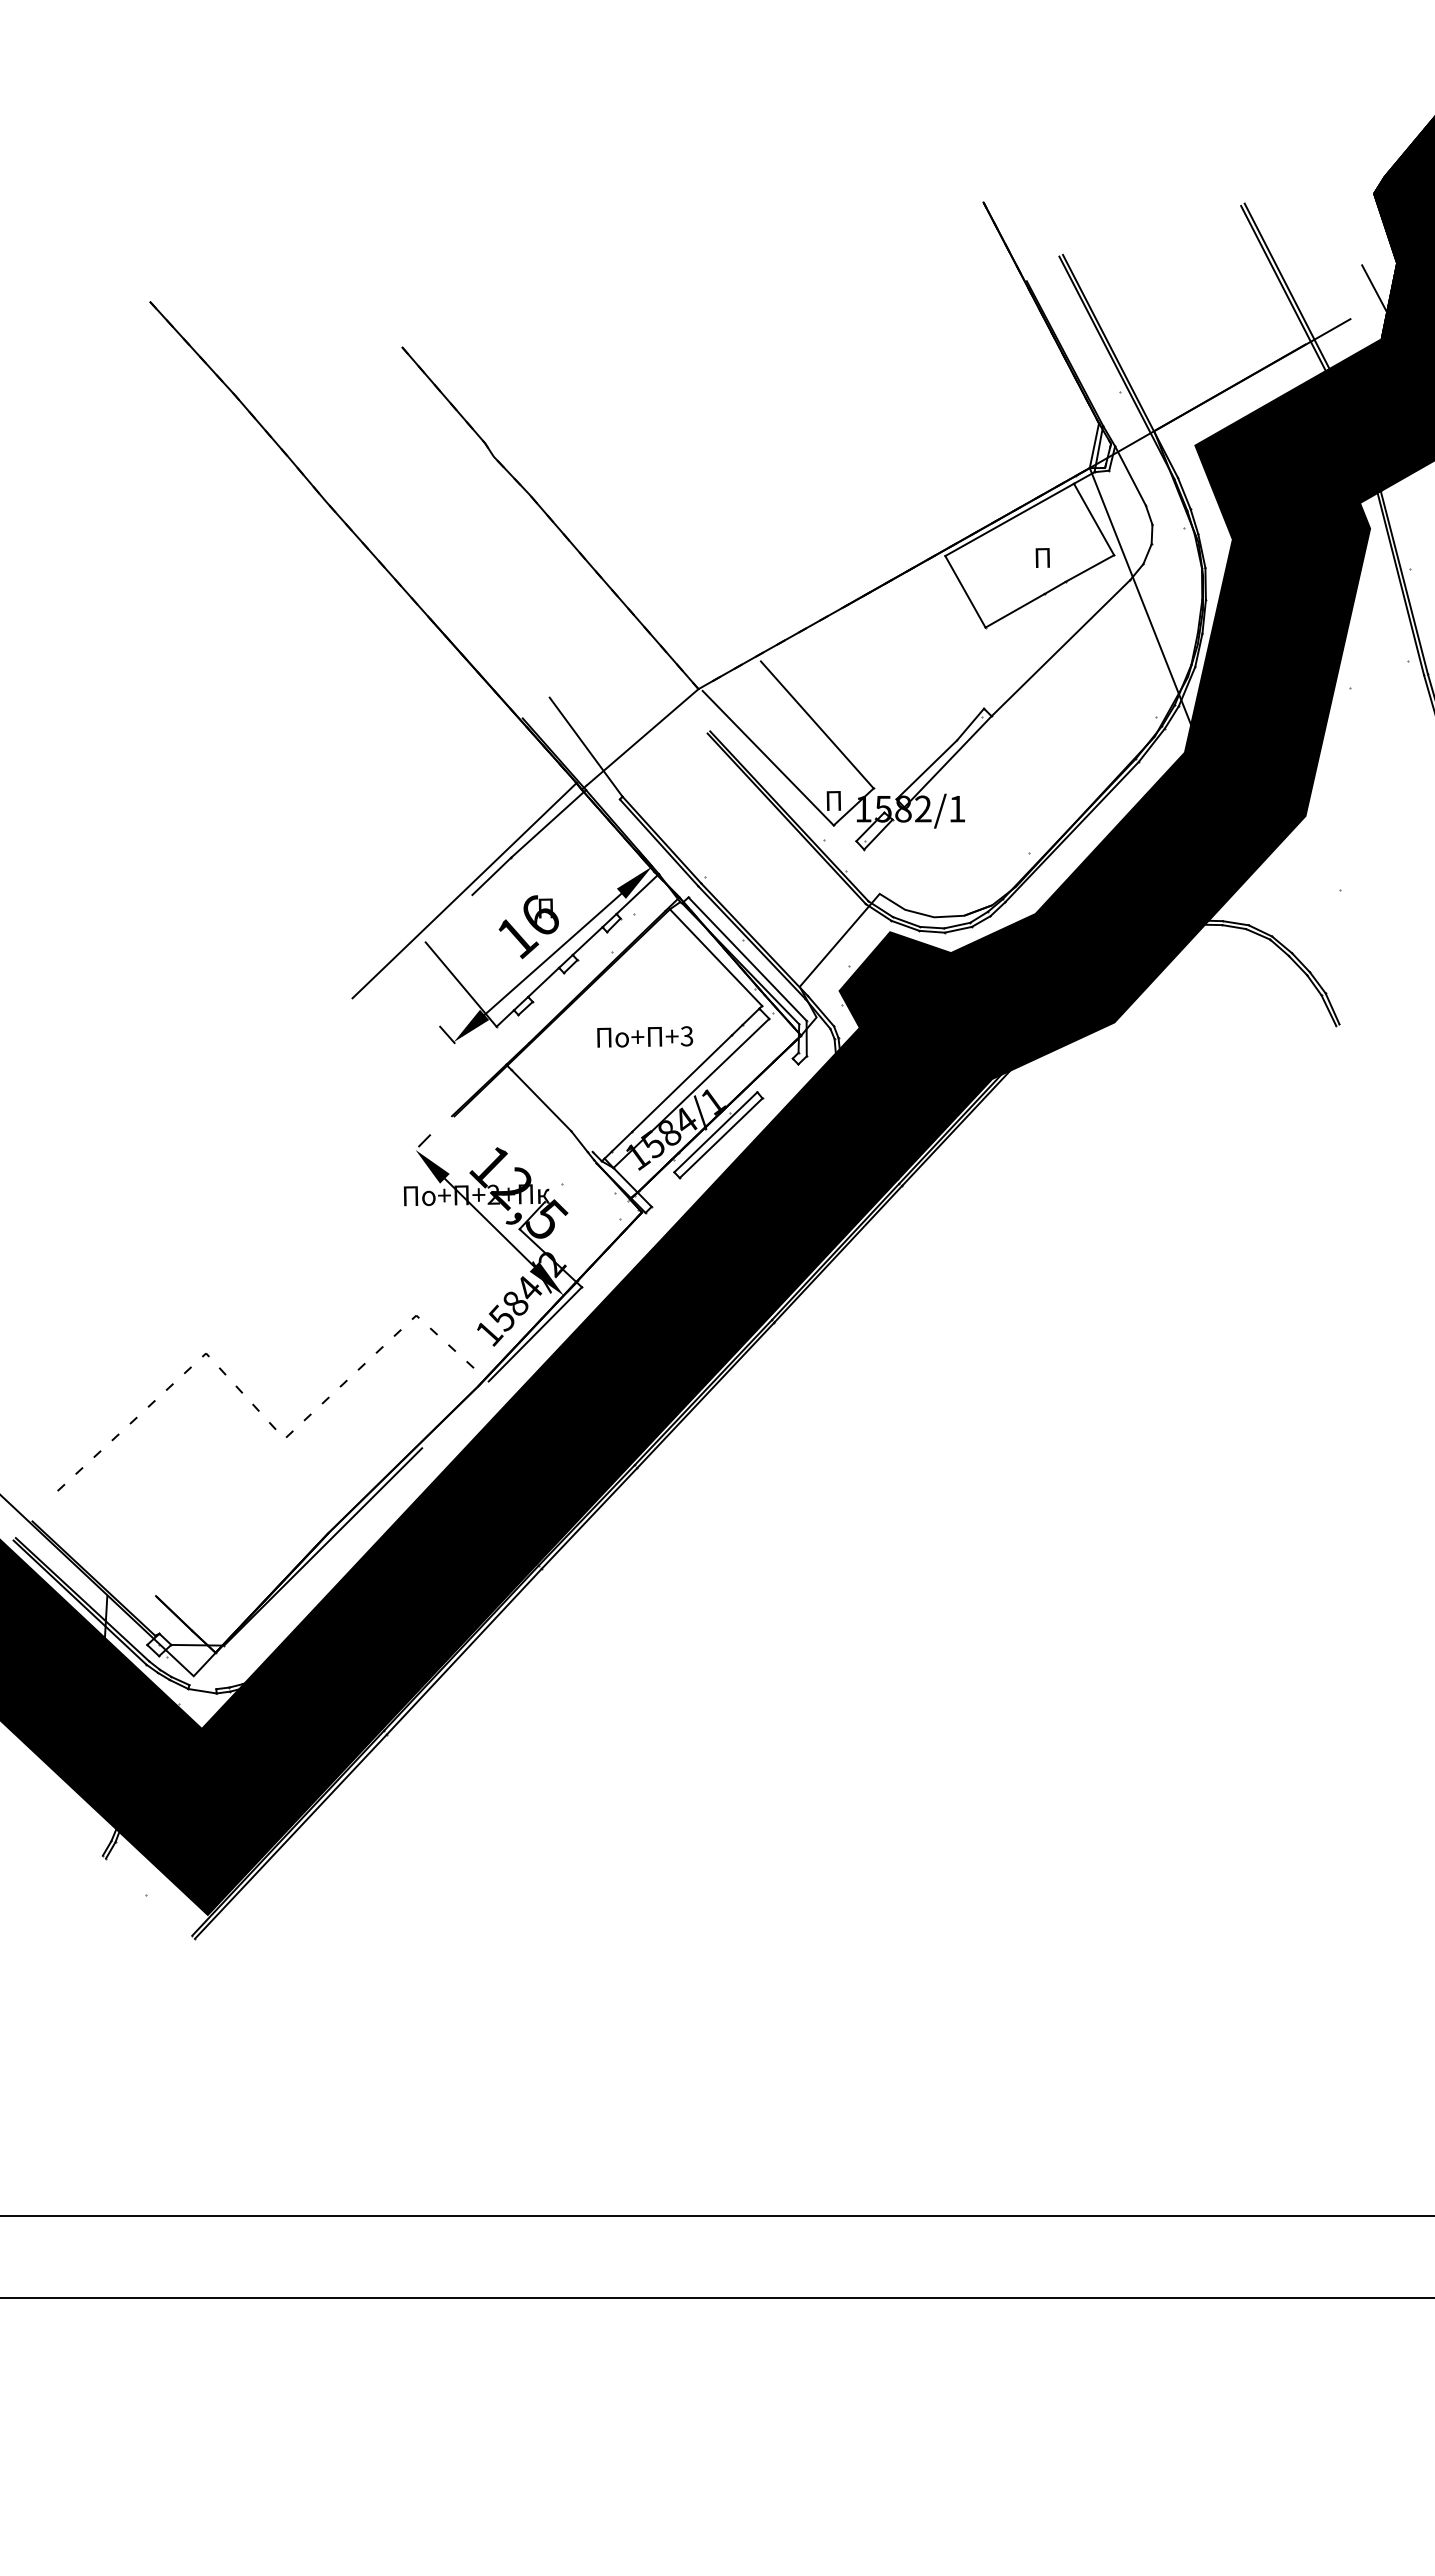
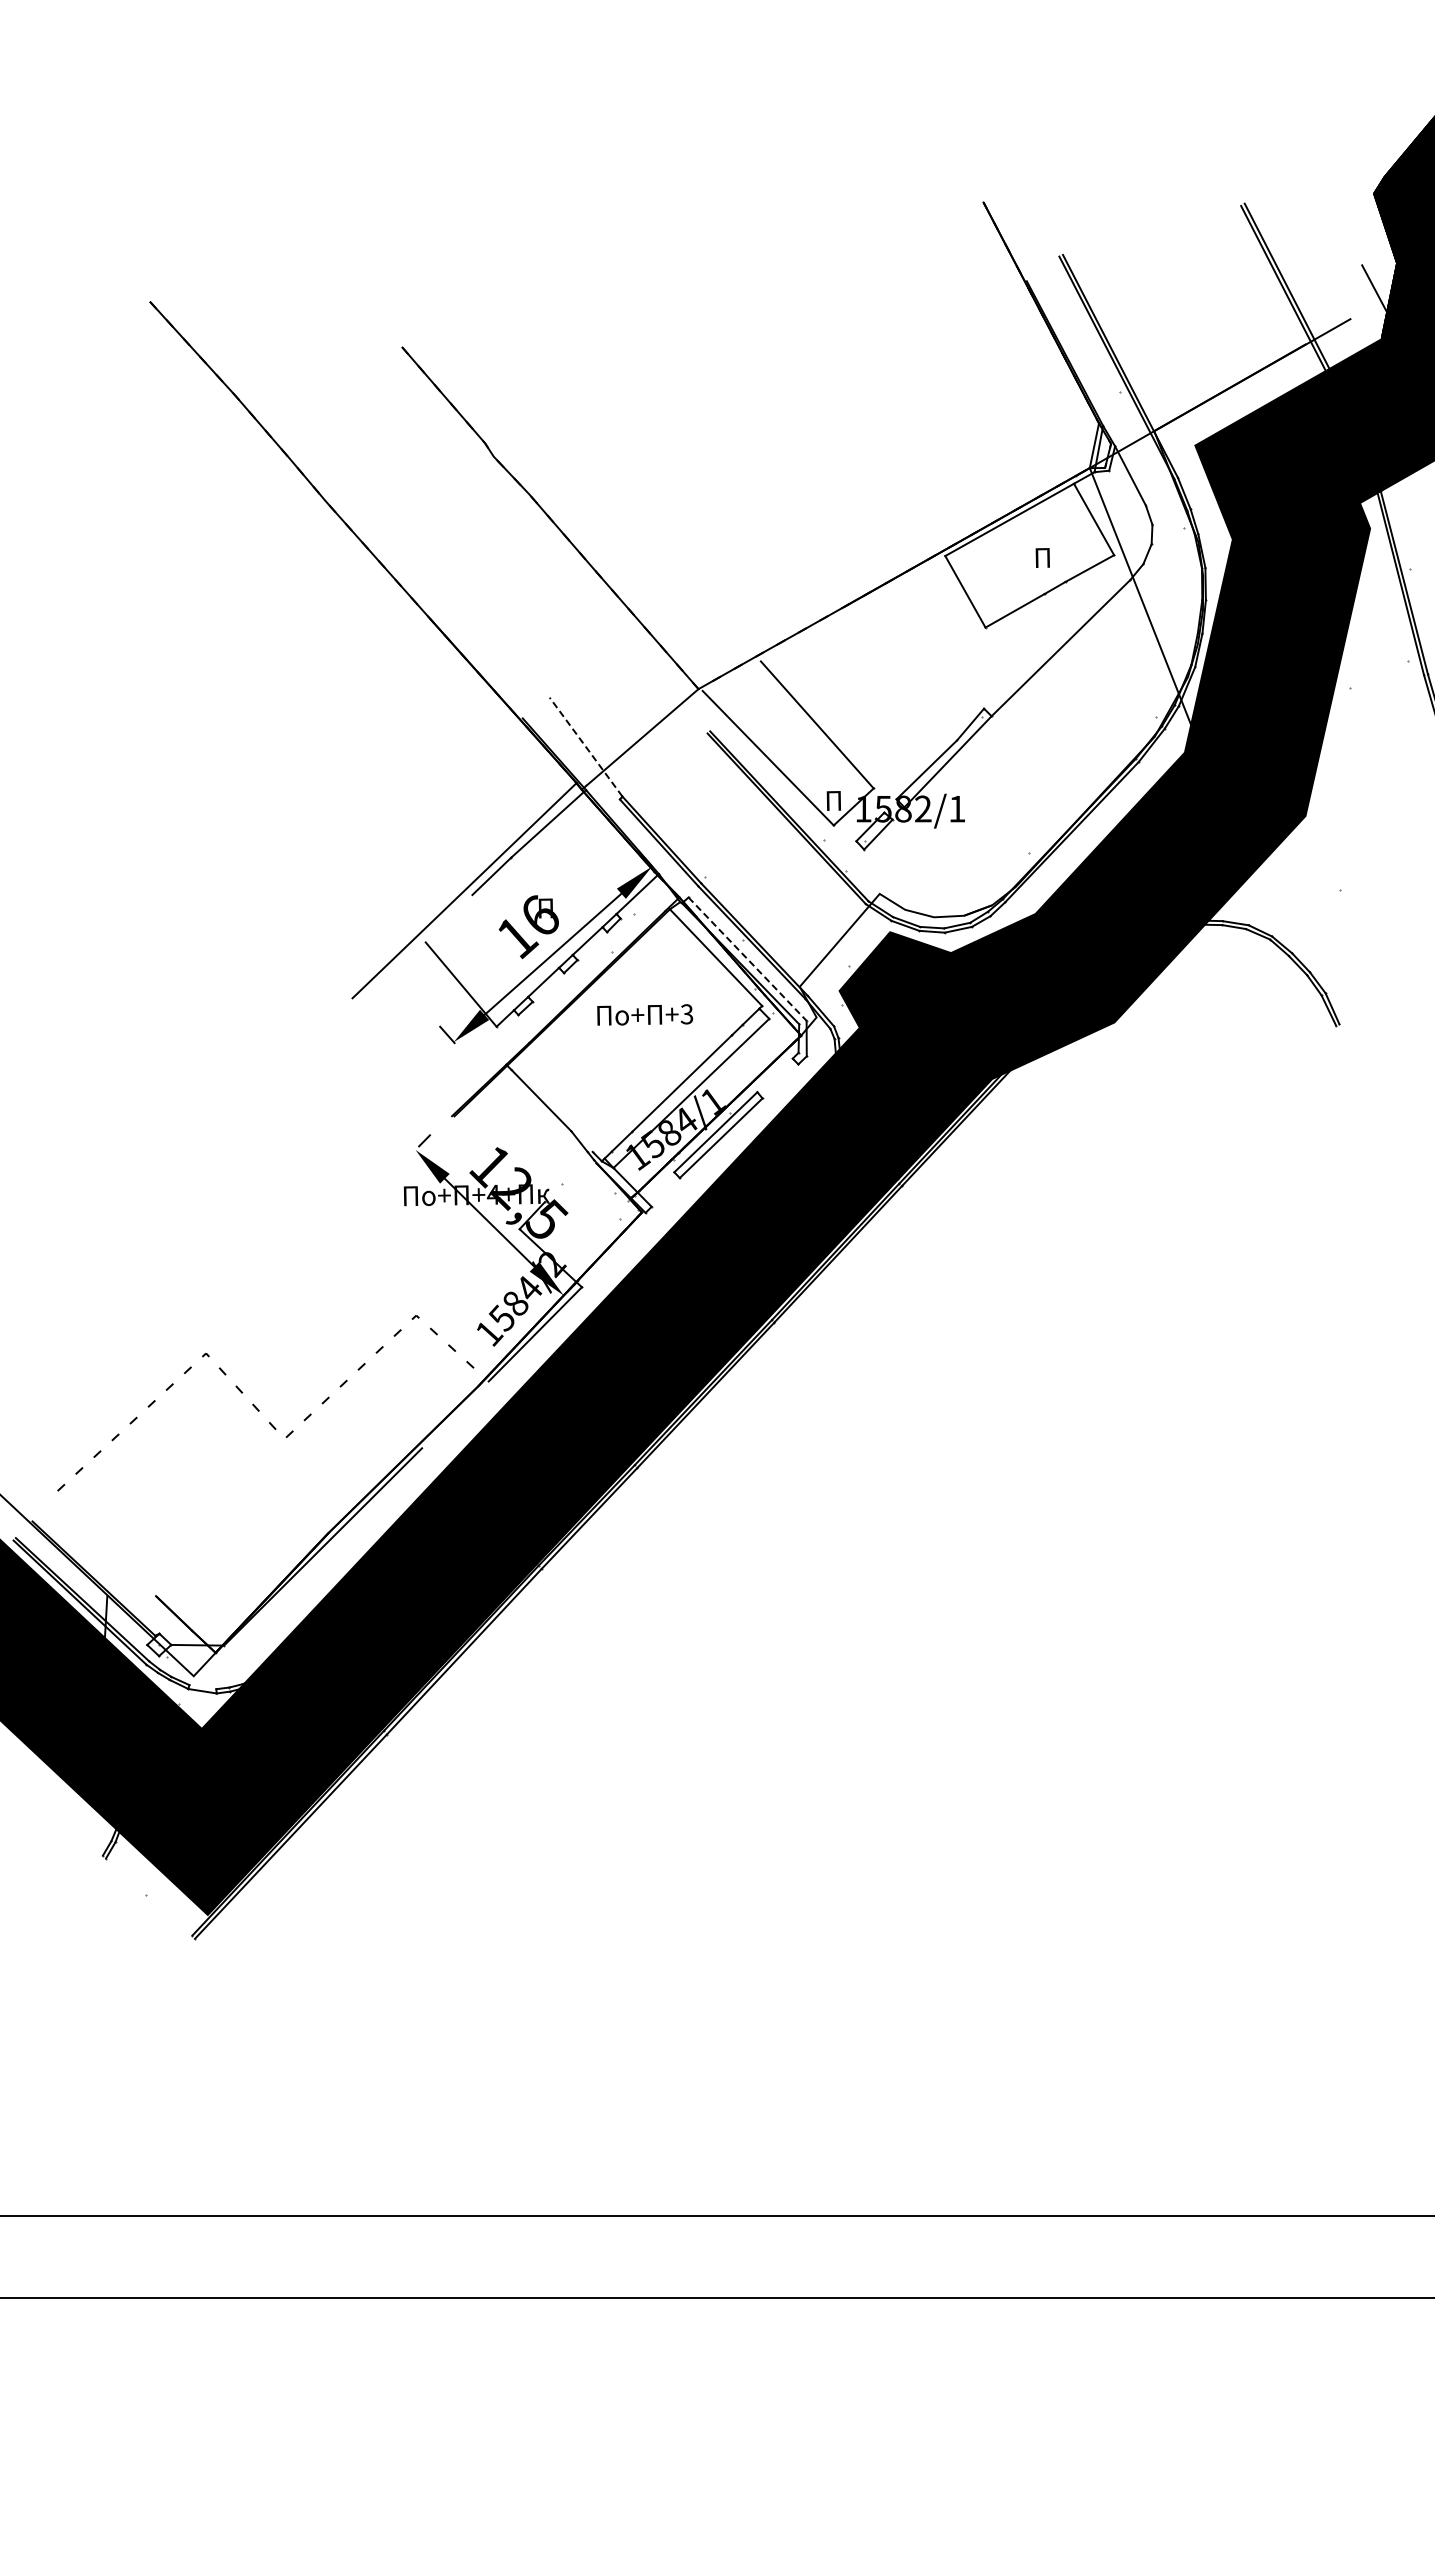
line at (585, 746): solid -> dashed
line at (747, 959): solid -> dashed
text at (645, 1036) position: (645, 1036) -> (645, 1014)
text at (493, 1194): 2 -> 4
